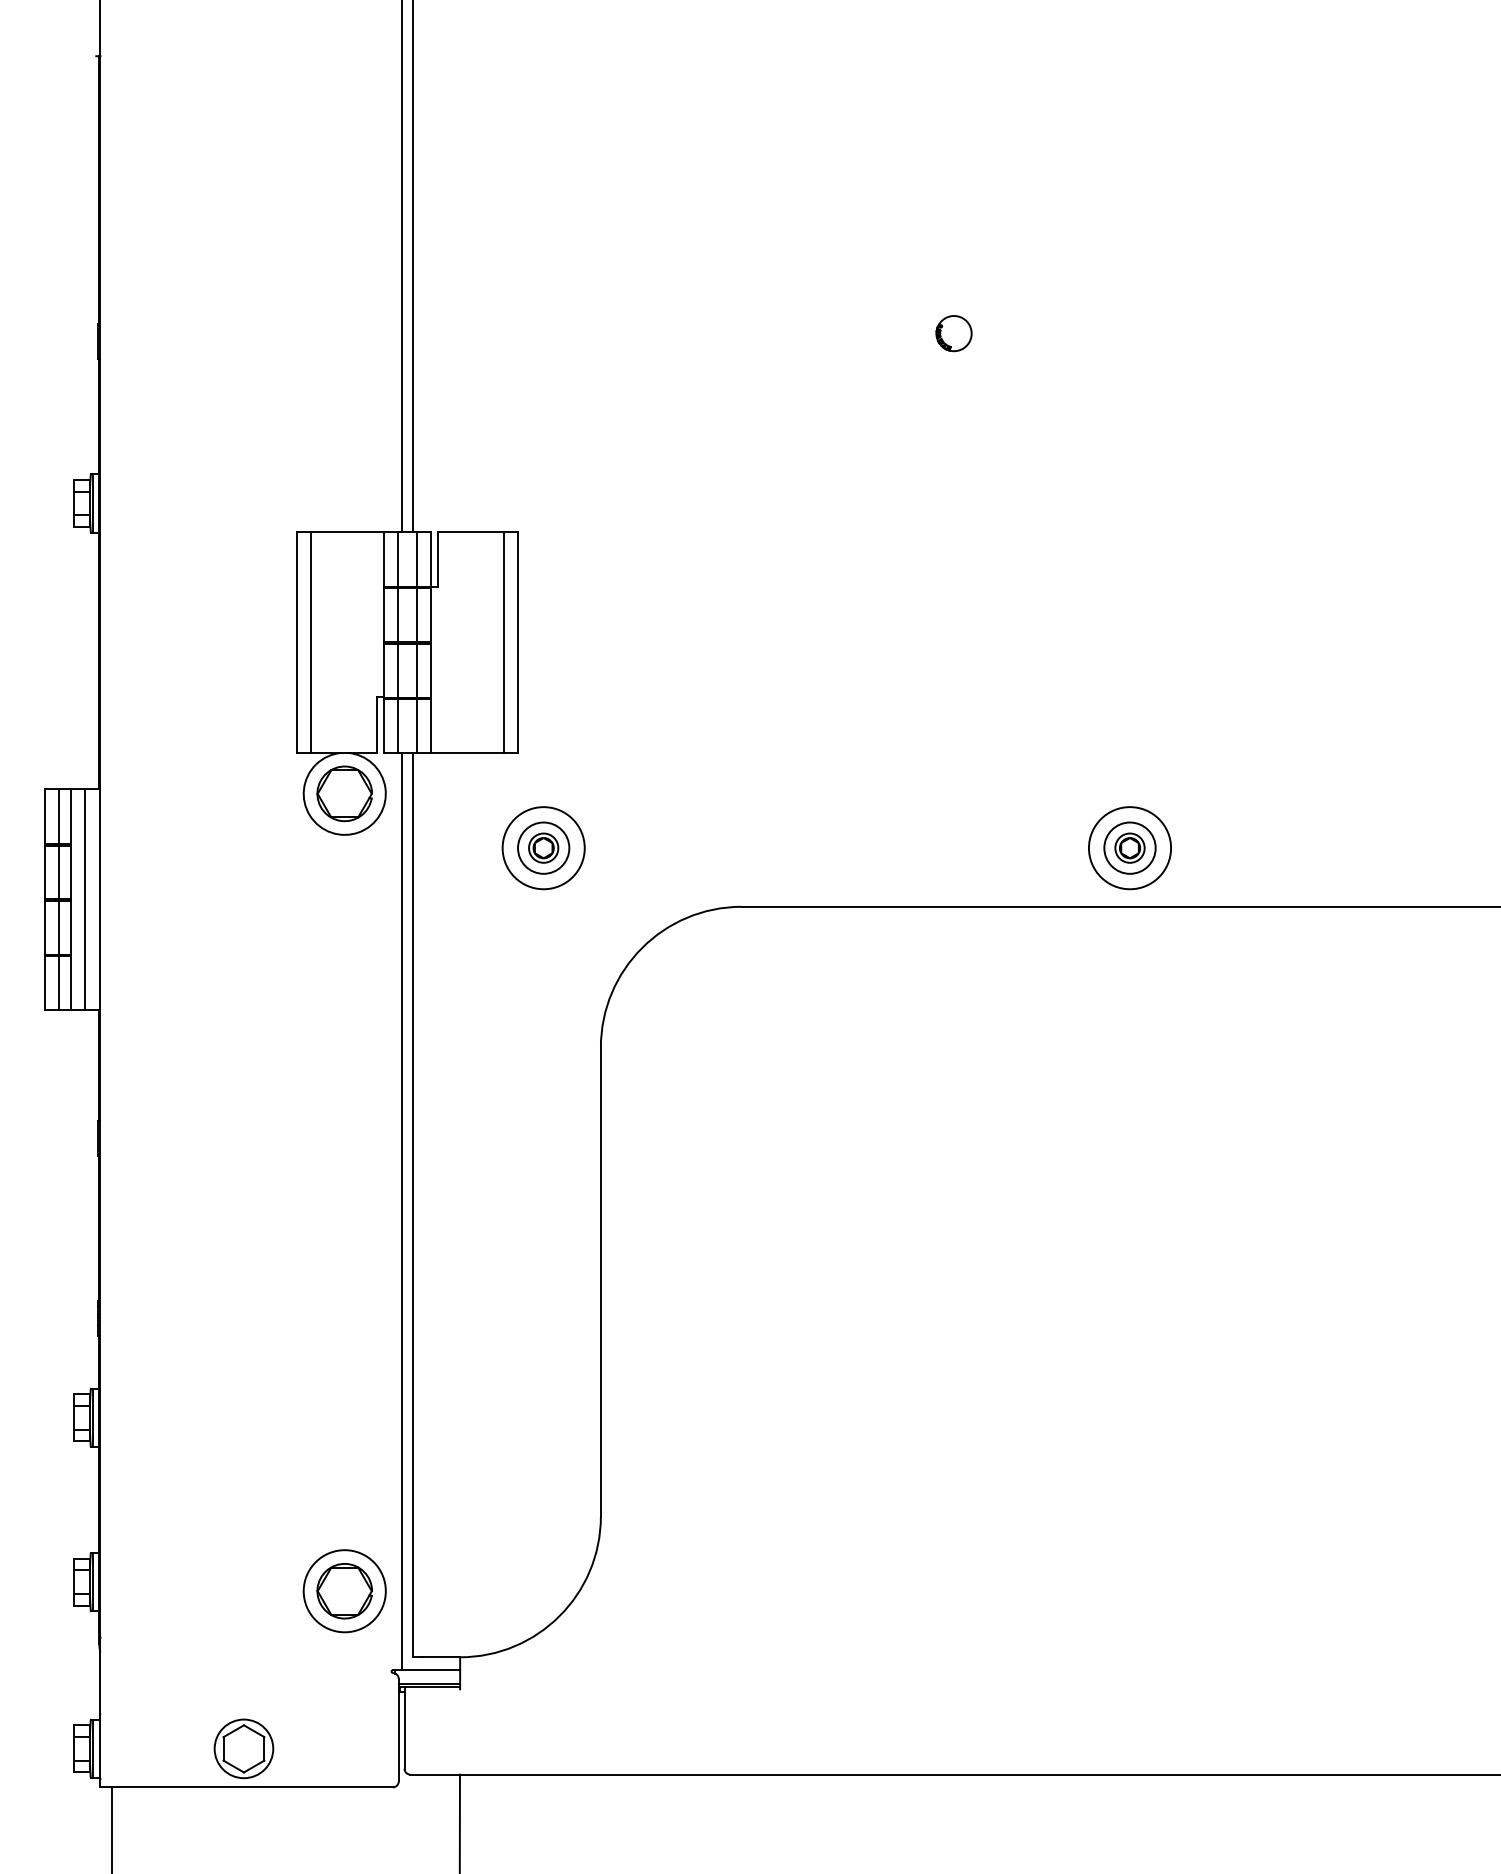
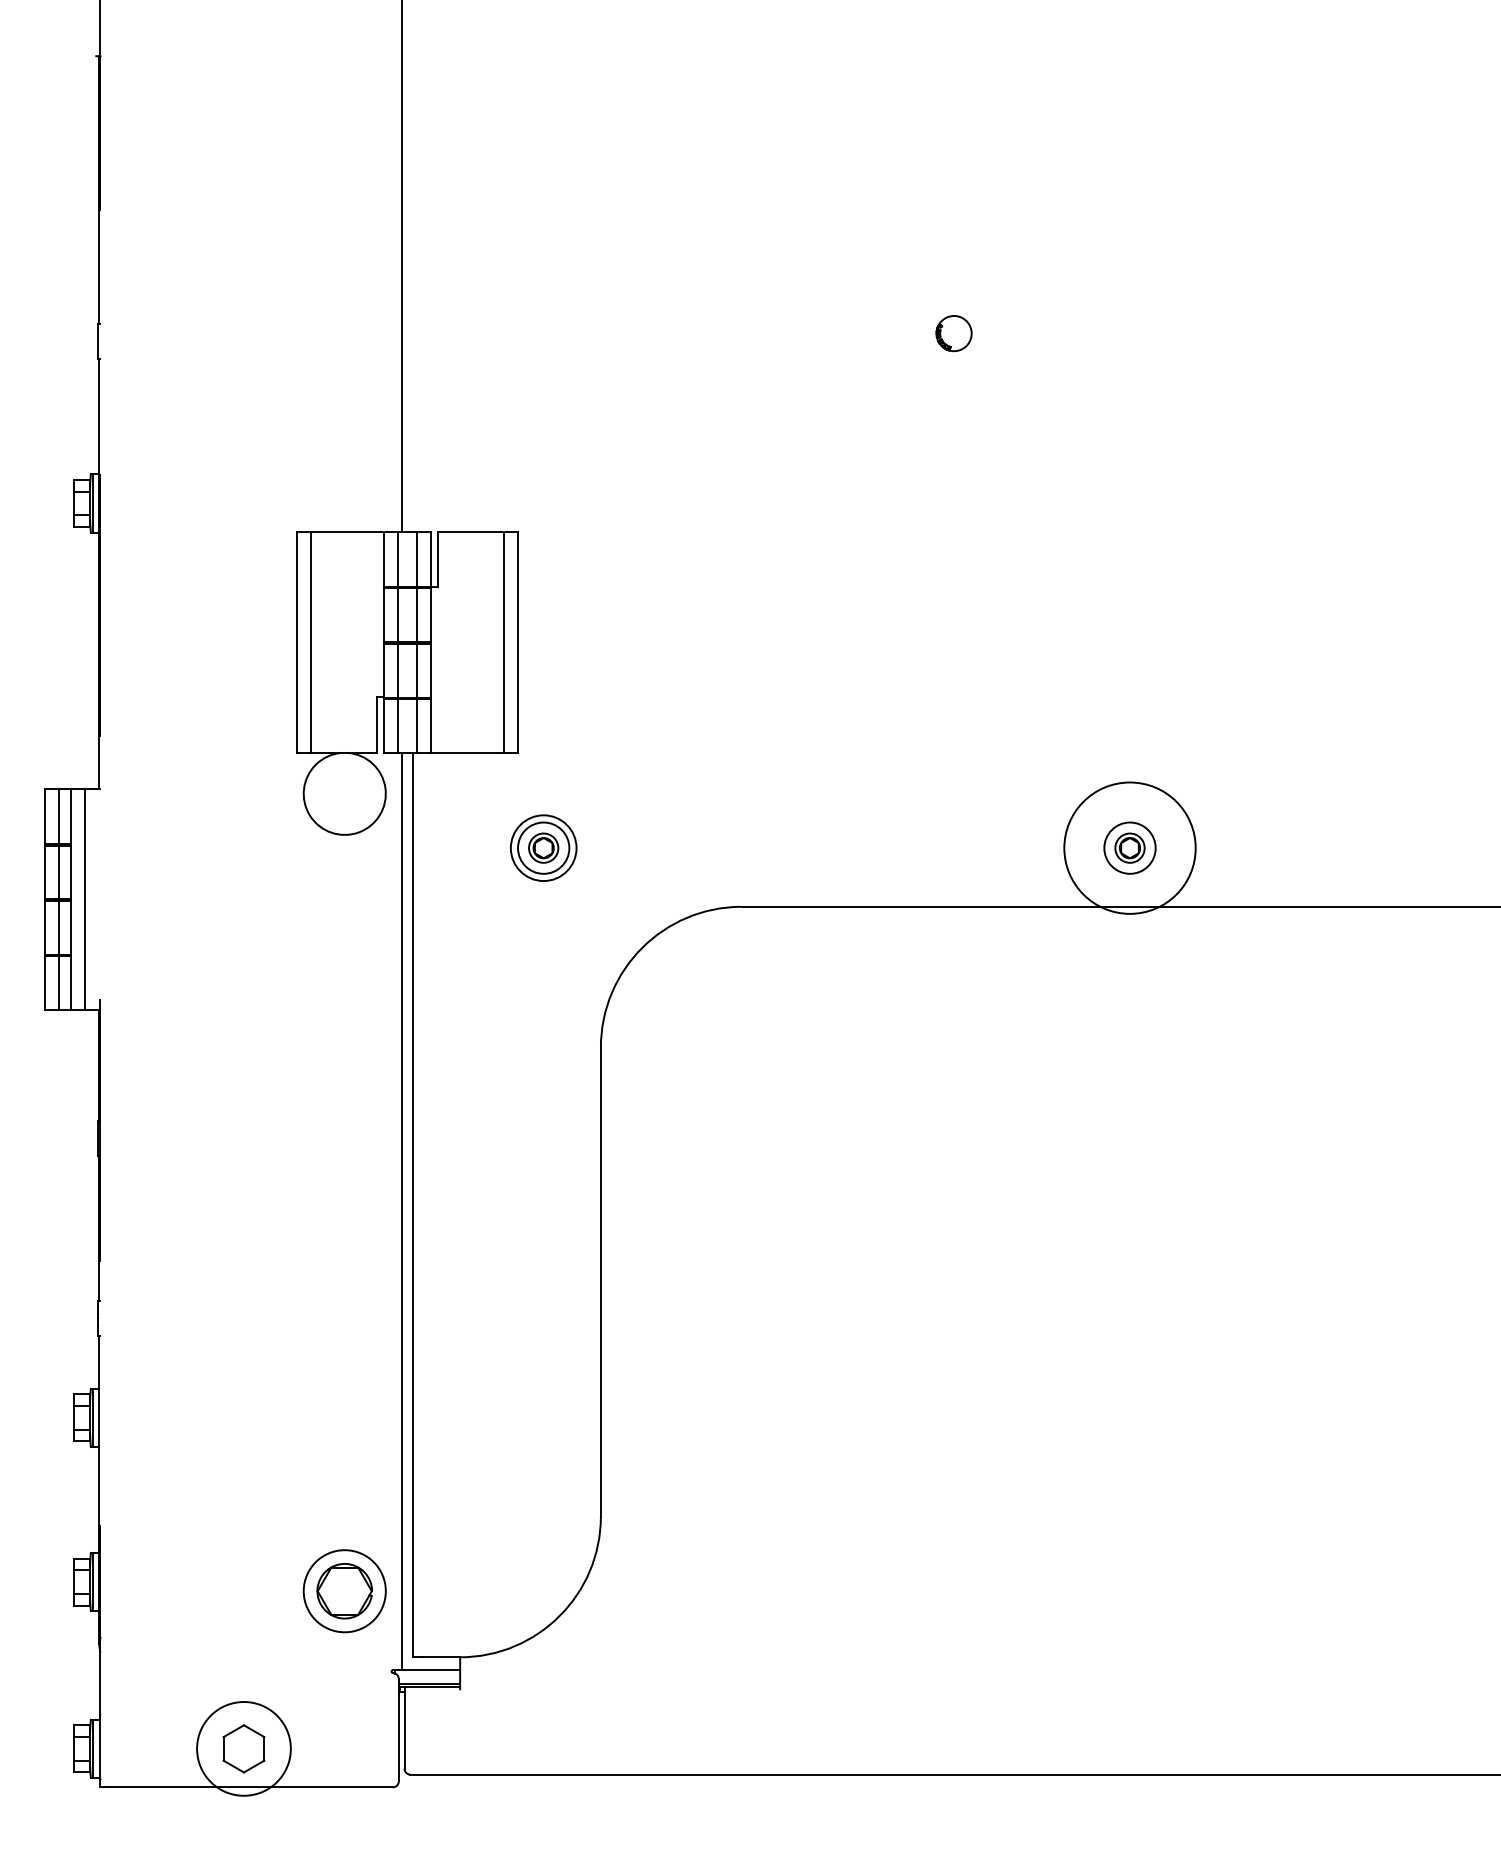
line at (413, 266): present -> none
part at (344, 793): present -> none
circle at (543, 848) diameter: 82 px -> 66 px
circle at (1129, 848) diameter: 82 px -> 131 px
line at (100, 893): solid -> dashed
circle at (243, 1748) diameter: 59 px -> 94 px
line at (459, 1822): present -> none
line at (111, 1828): present -> none
